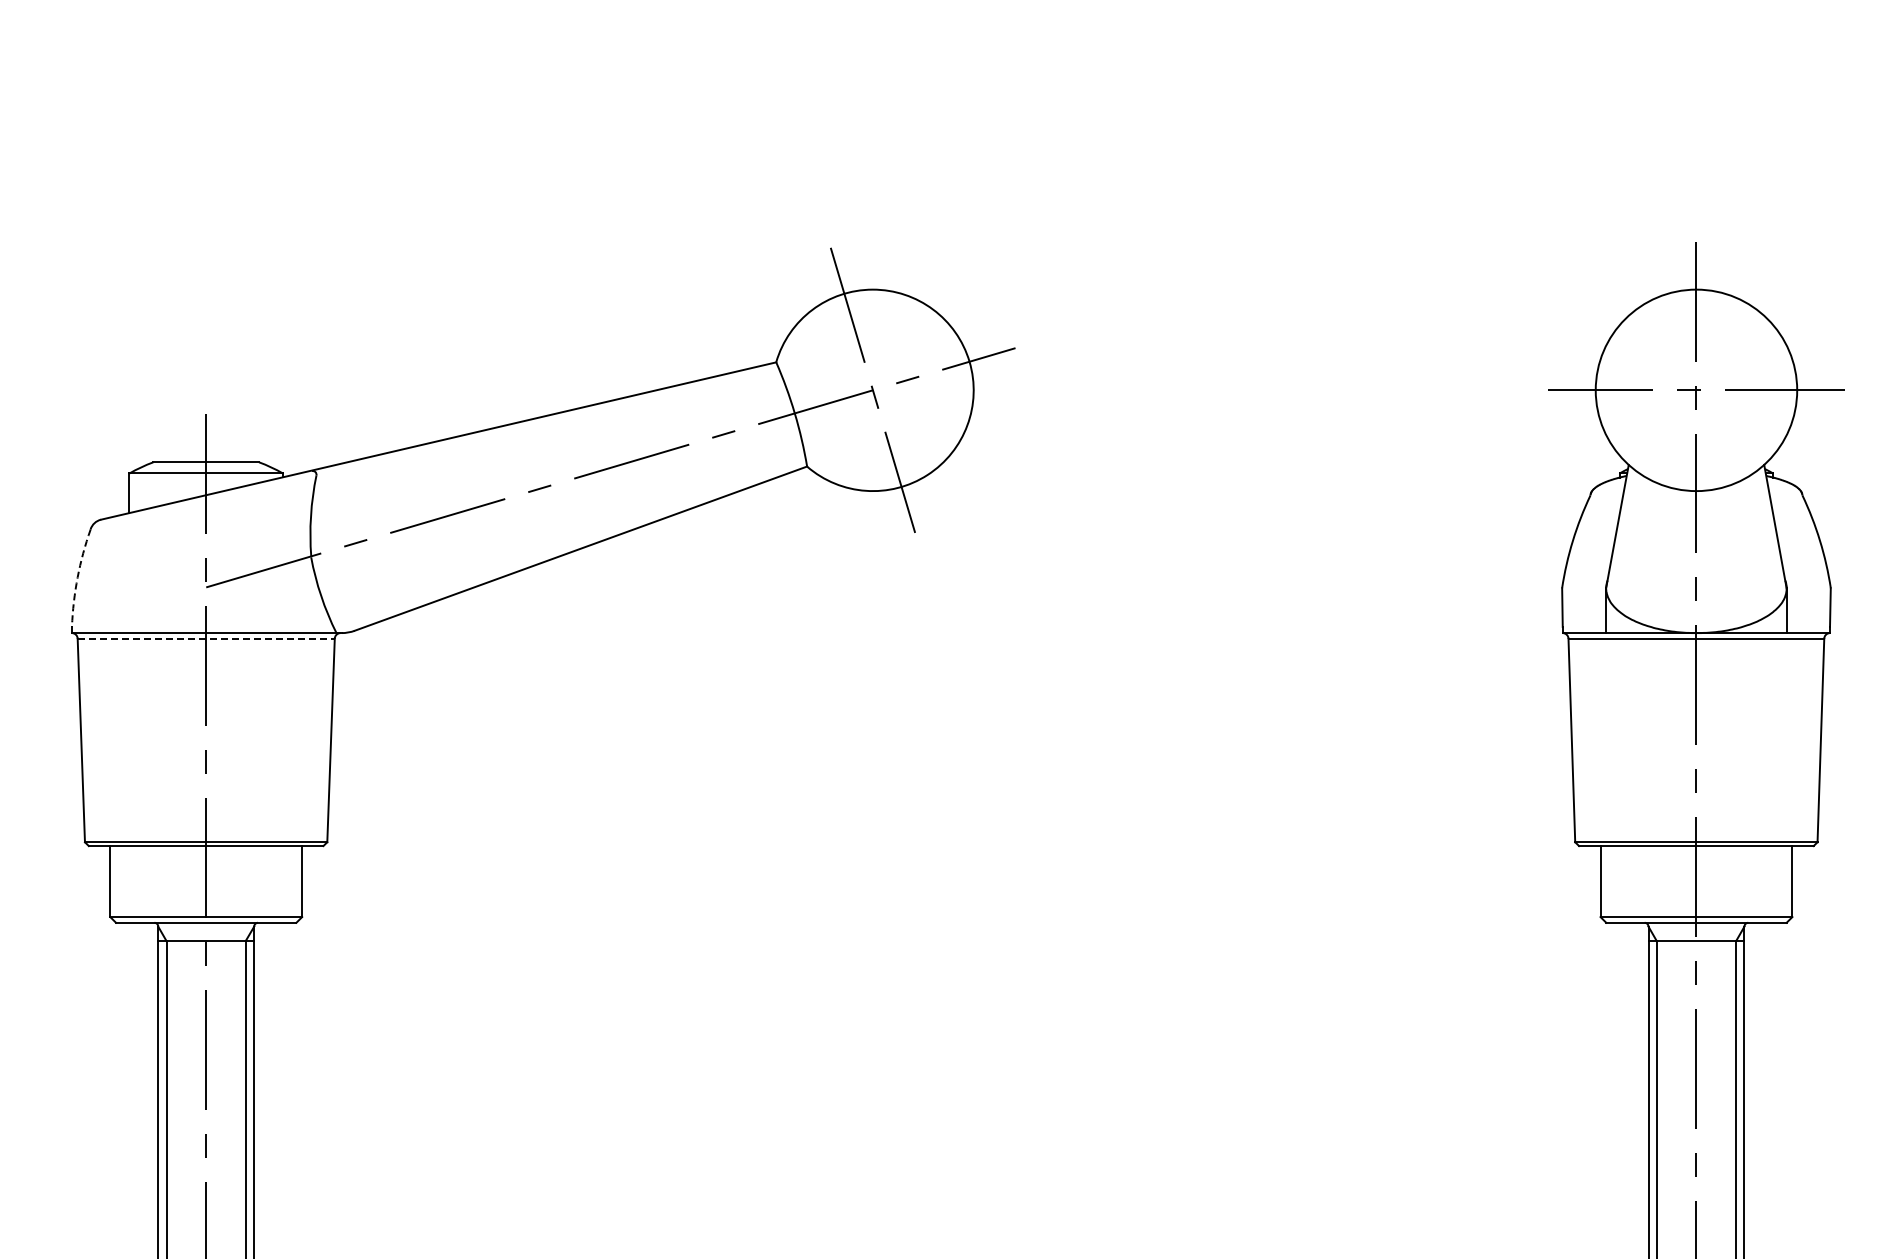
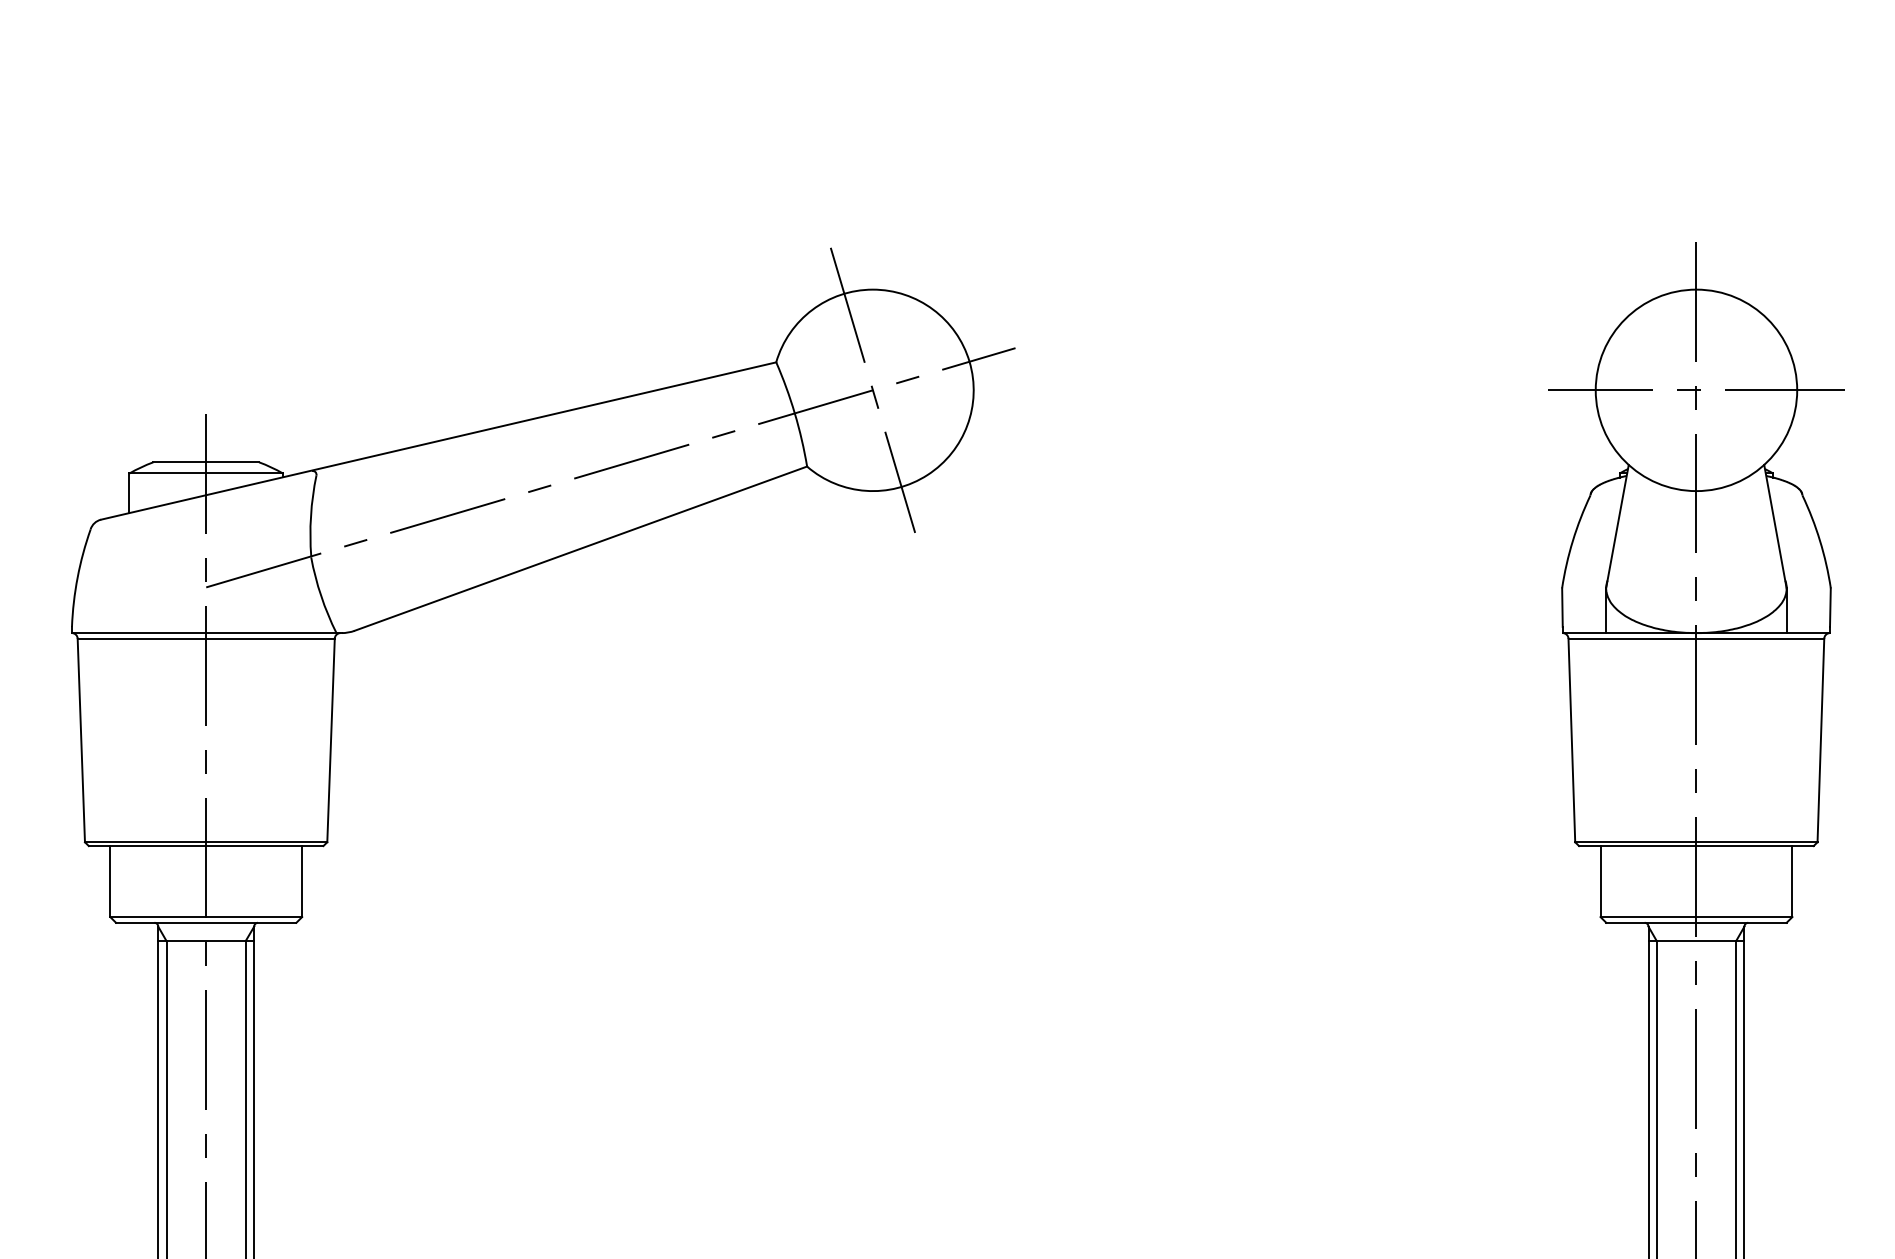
arc at (77, 577): dashed -> solid
line at (206, 638): dashed -> solid
